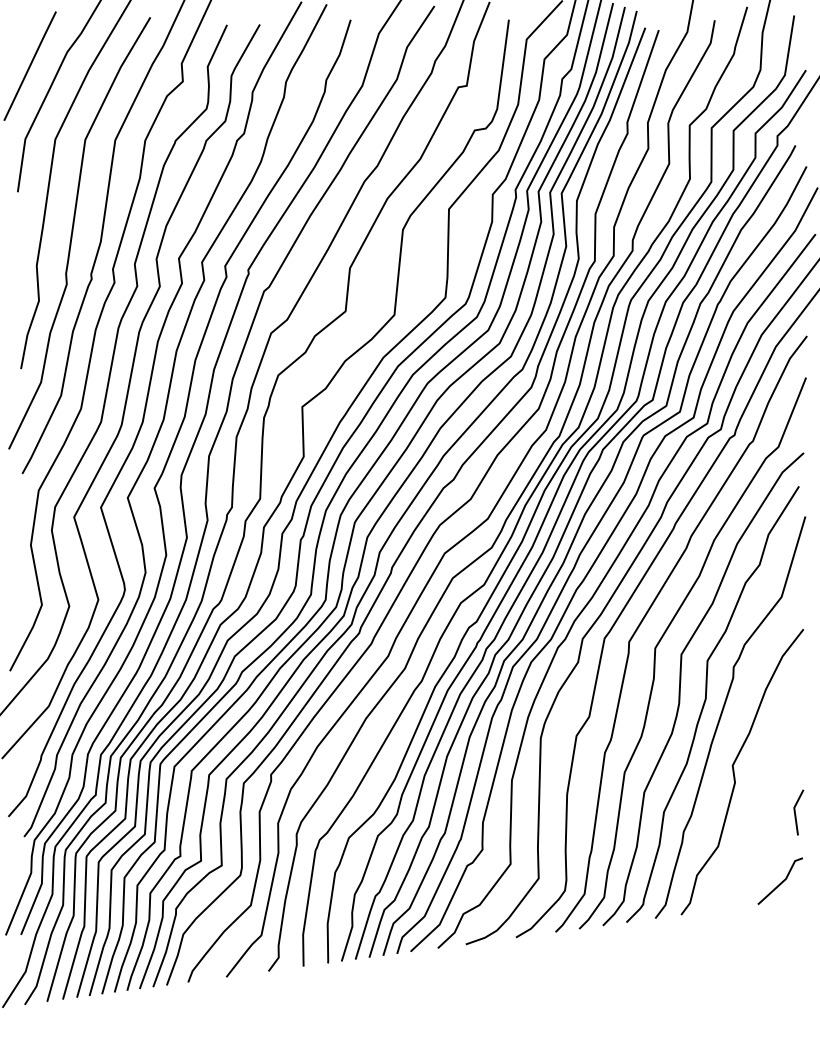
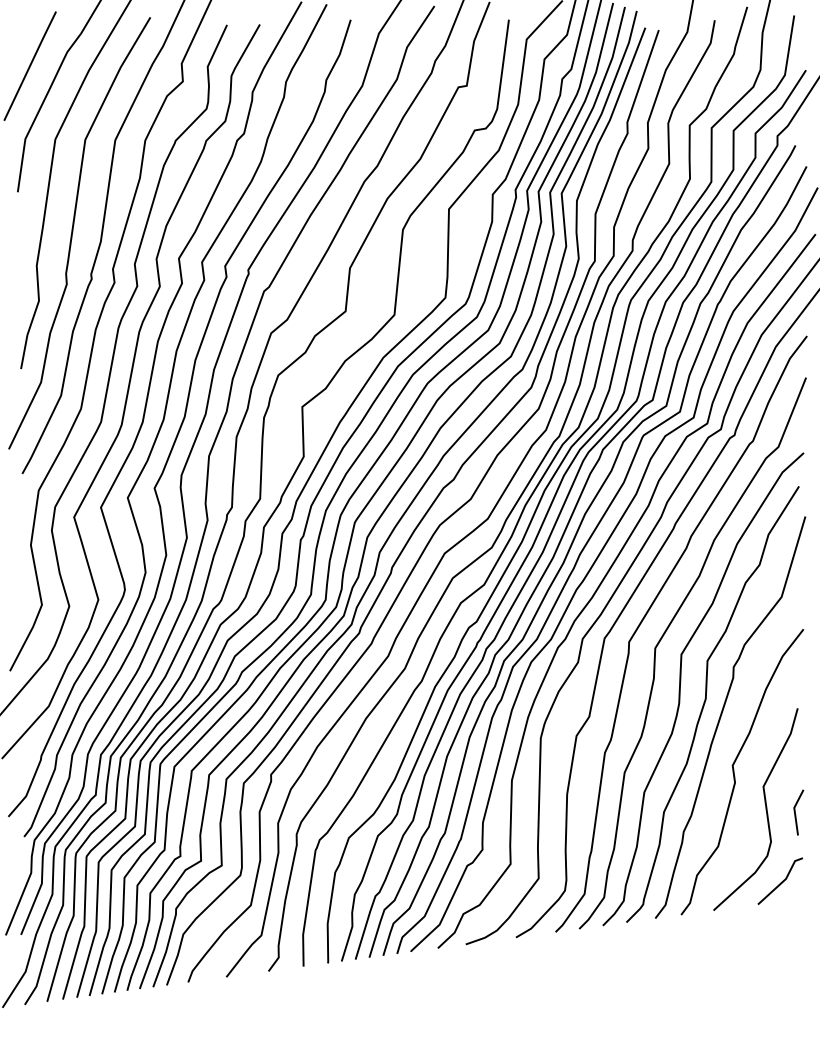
curve at (765, 809): none -> present
